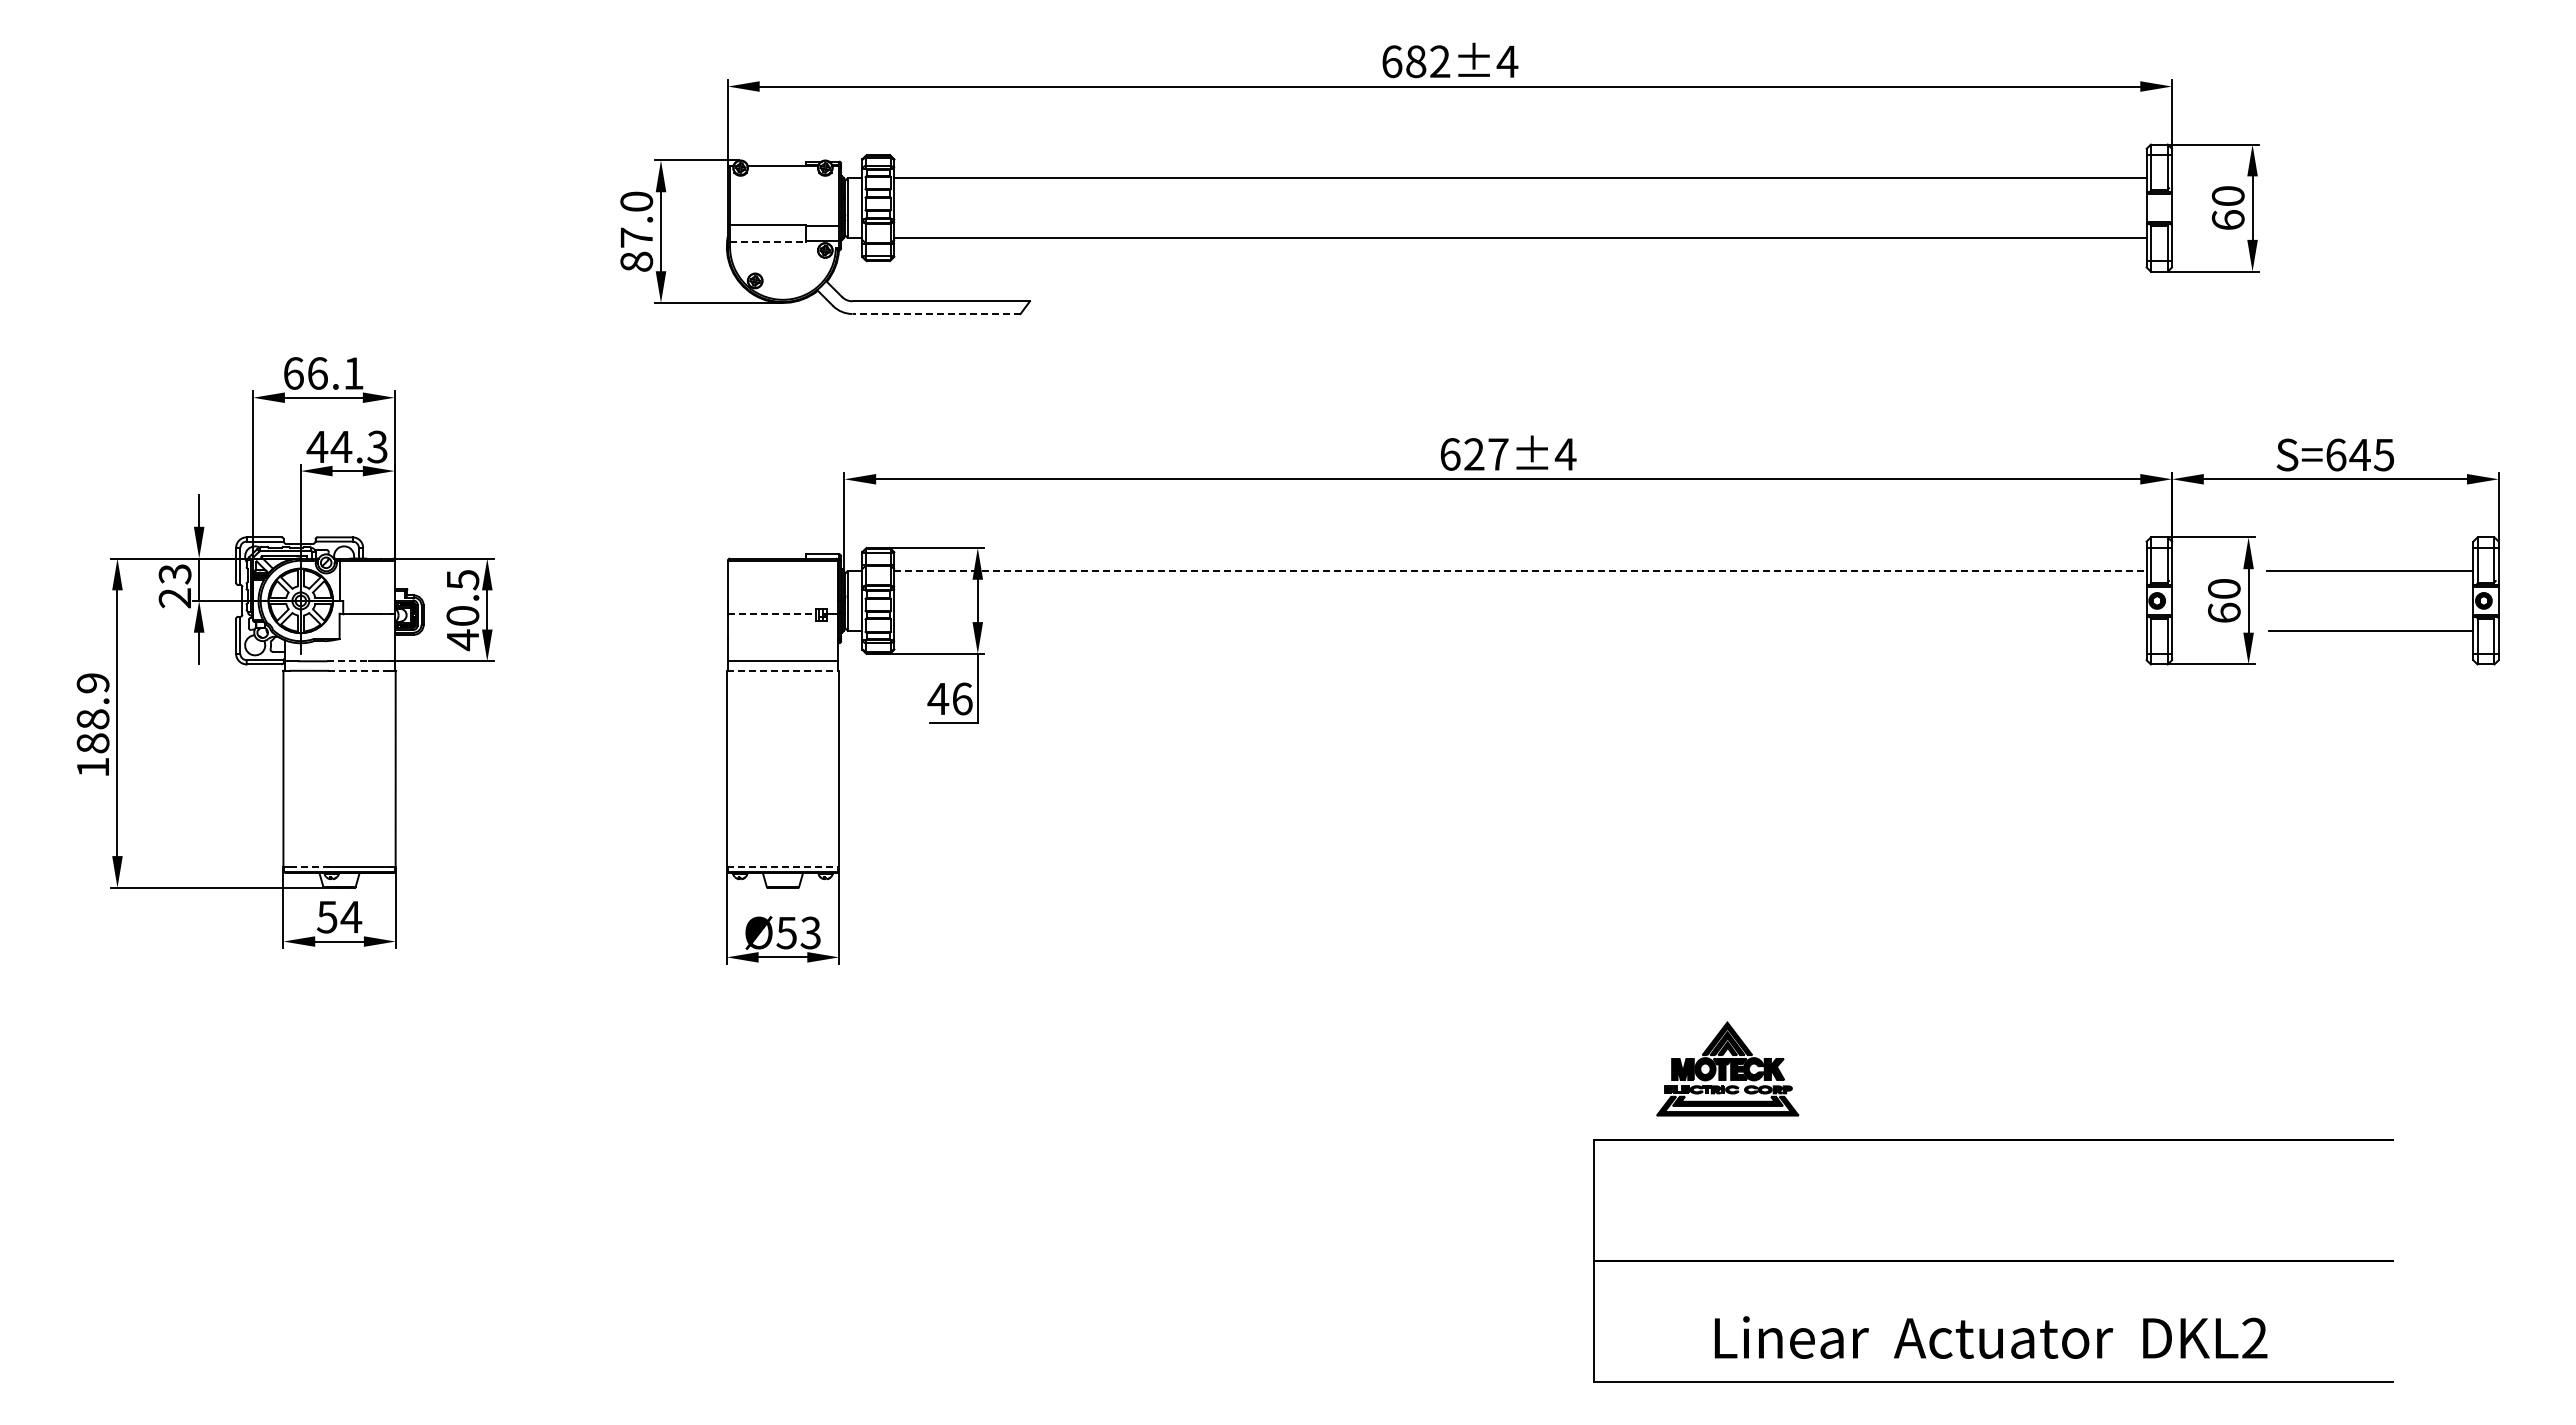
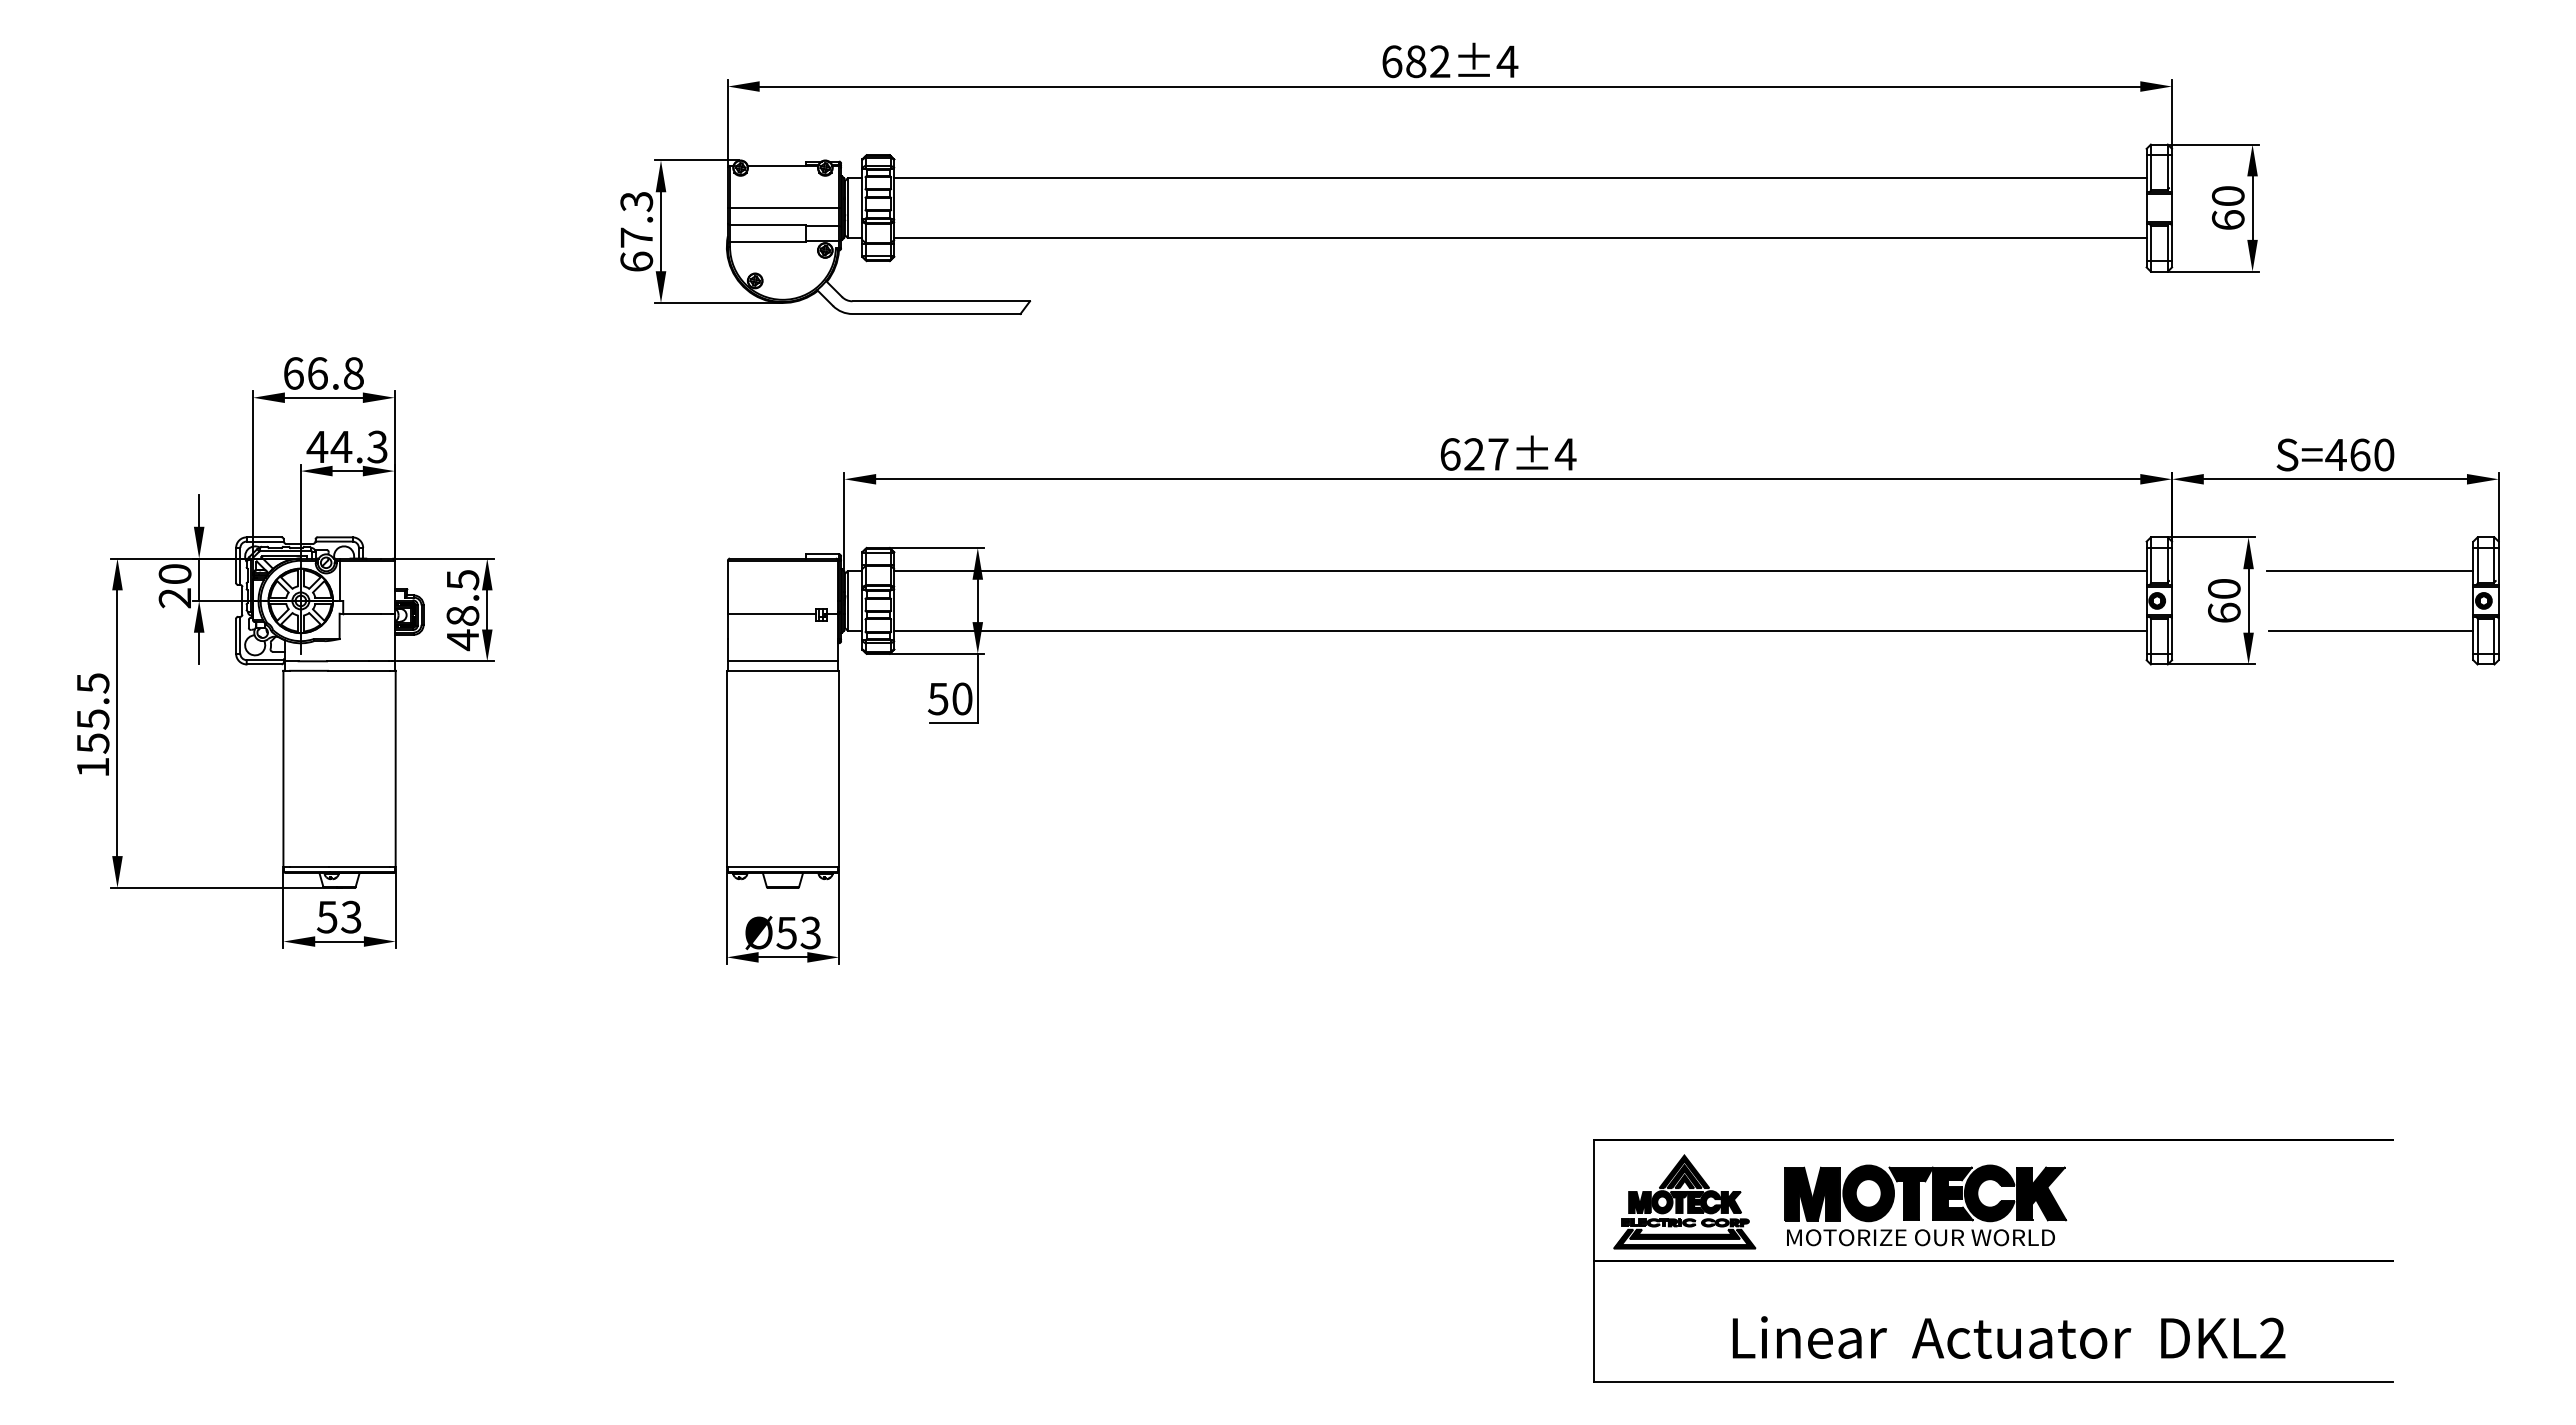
line at (784, 208): none -> present
text at (636, 231): 87.0 -> 67.3
line at (768, 242): dashed -> solid
line at (936, 314): dashed -> solid
text at (353, 373): 66.1 -> 66.8
text at (2359, 454): S=645 -> S=460
line at (1520, 571): dashed -> solid
text at (174, 574): 23 -> 20
line at (772, 613): dashed -> solid
text at (462, 615): 40.5 -> 48.5
line at (1520, 630): none -> present
line at (348, 661): dashed -> solid
line at (358, 670): dashed -> solid
line at (783, 670): dashed -> solid
text at (949, 698): 46 -> 50
text at (92, 713): 188.9 -> 155.5
line at (309, 866): dashed -> solid
line at (783, 866): dashed -> solid
text at (351, 916): 54 -> 53
part at (1727, 1068) position: (1727, 1068) -> (1684, 1201)
part at (1925, 1205): none -> present
text at (1990, 1337) position: (1990, 1337) -> (2008, 1337)
